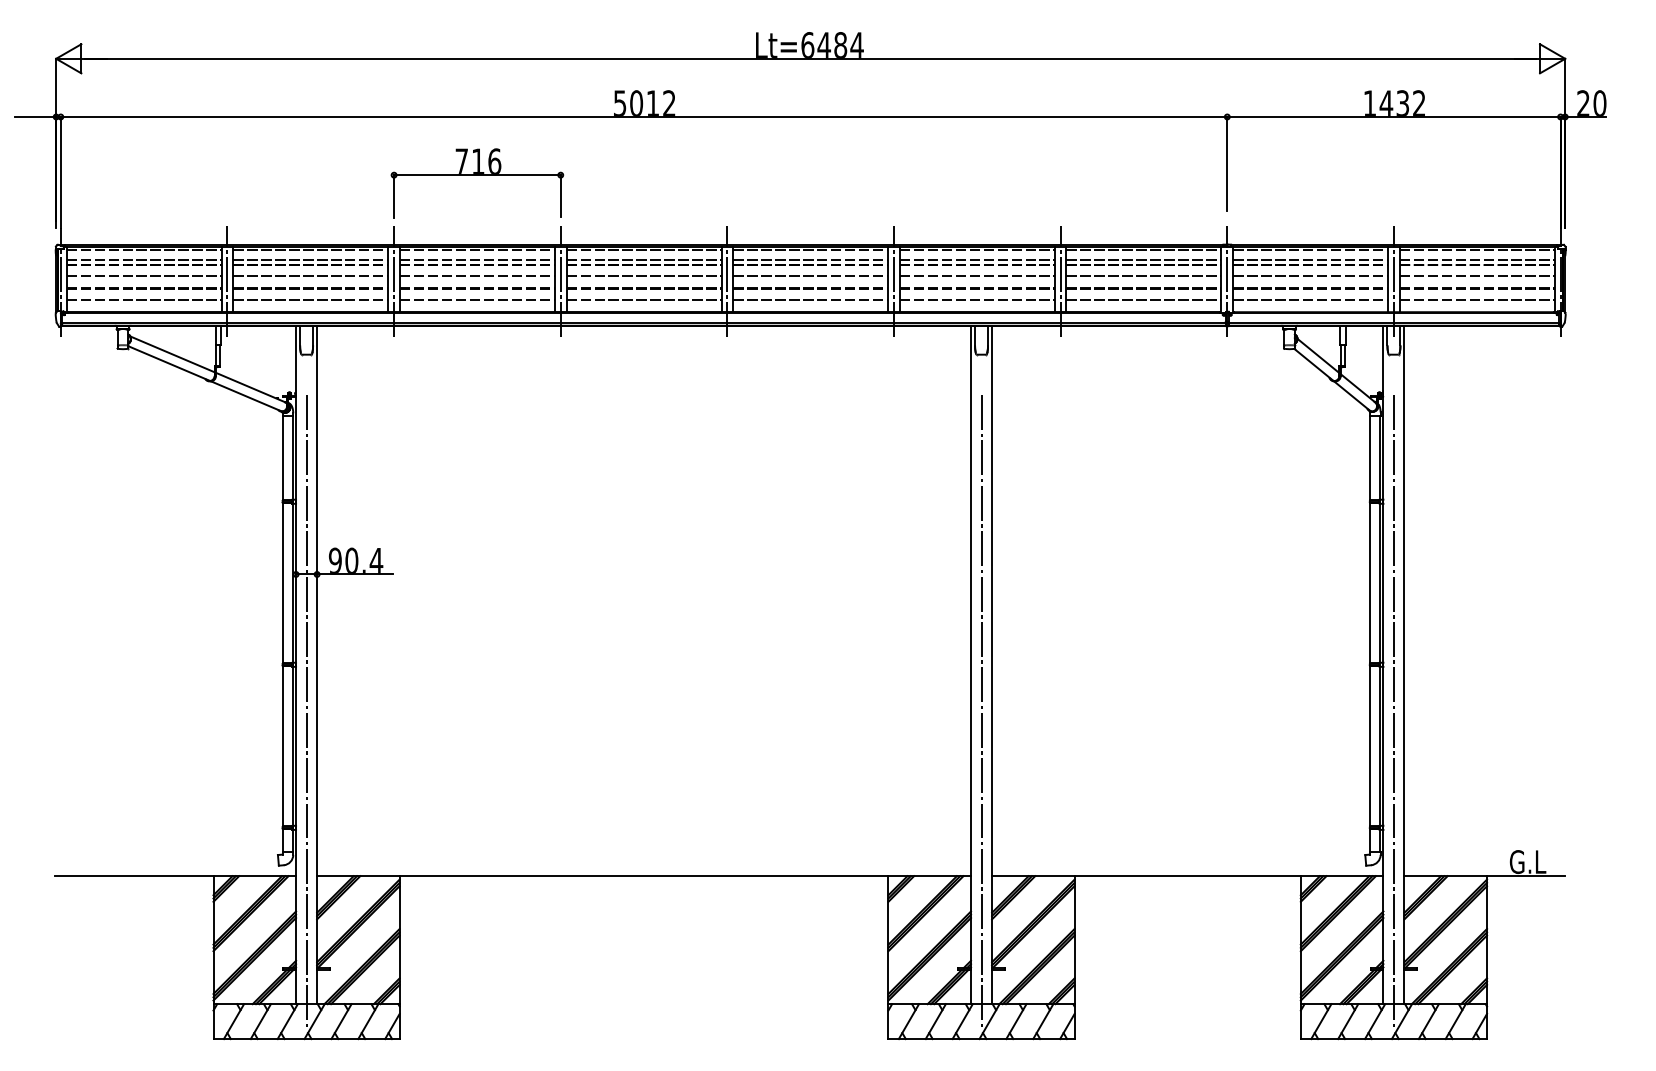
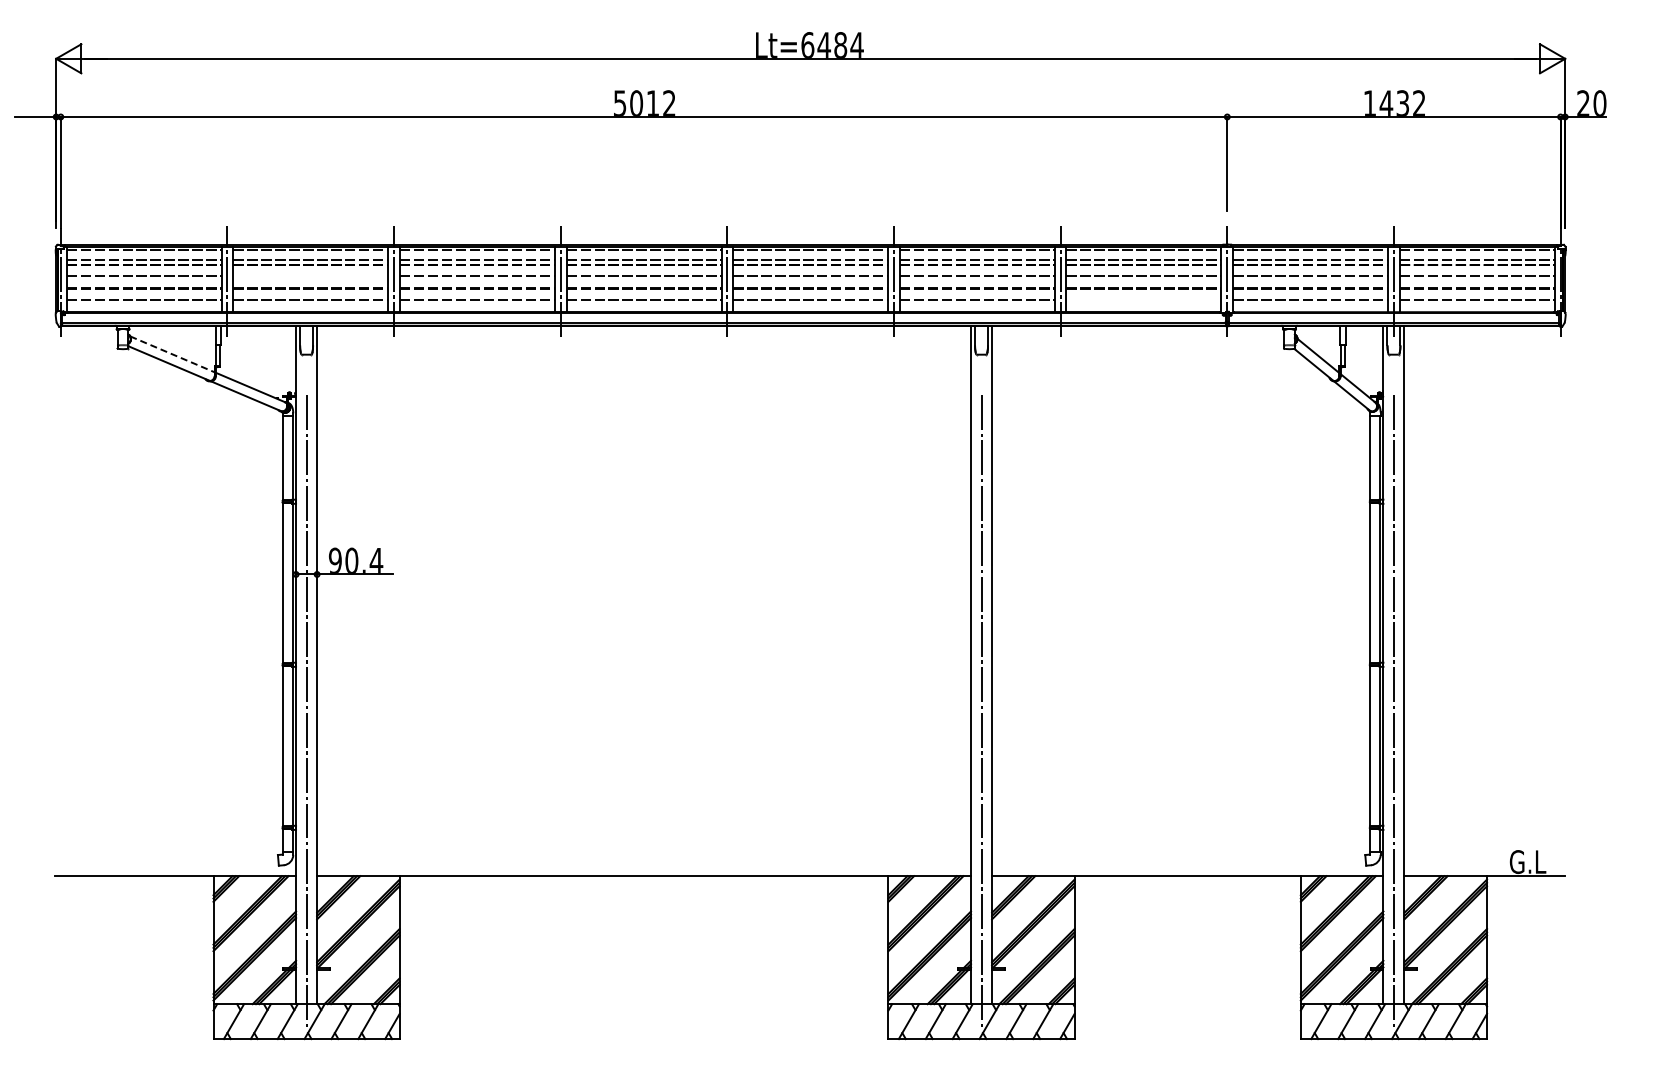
part at (477, 175): present -> none
line at (310, 275): present -> none
line at (1143, 299): present -> none
line at (172, 354): solid -> dashed
